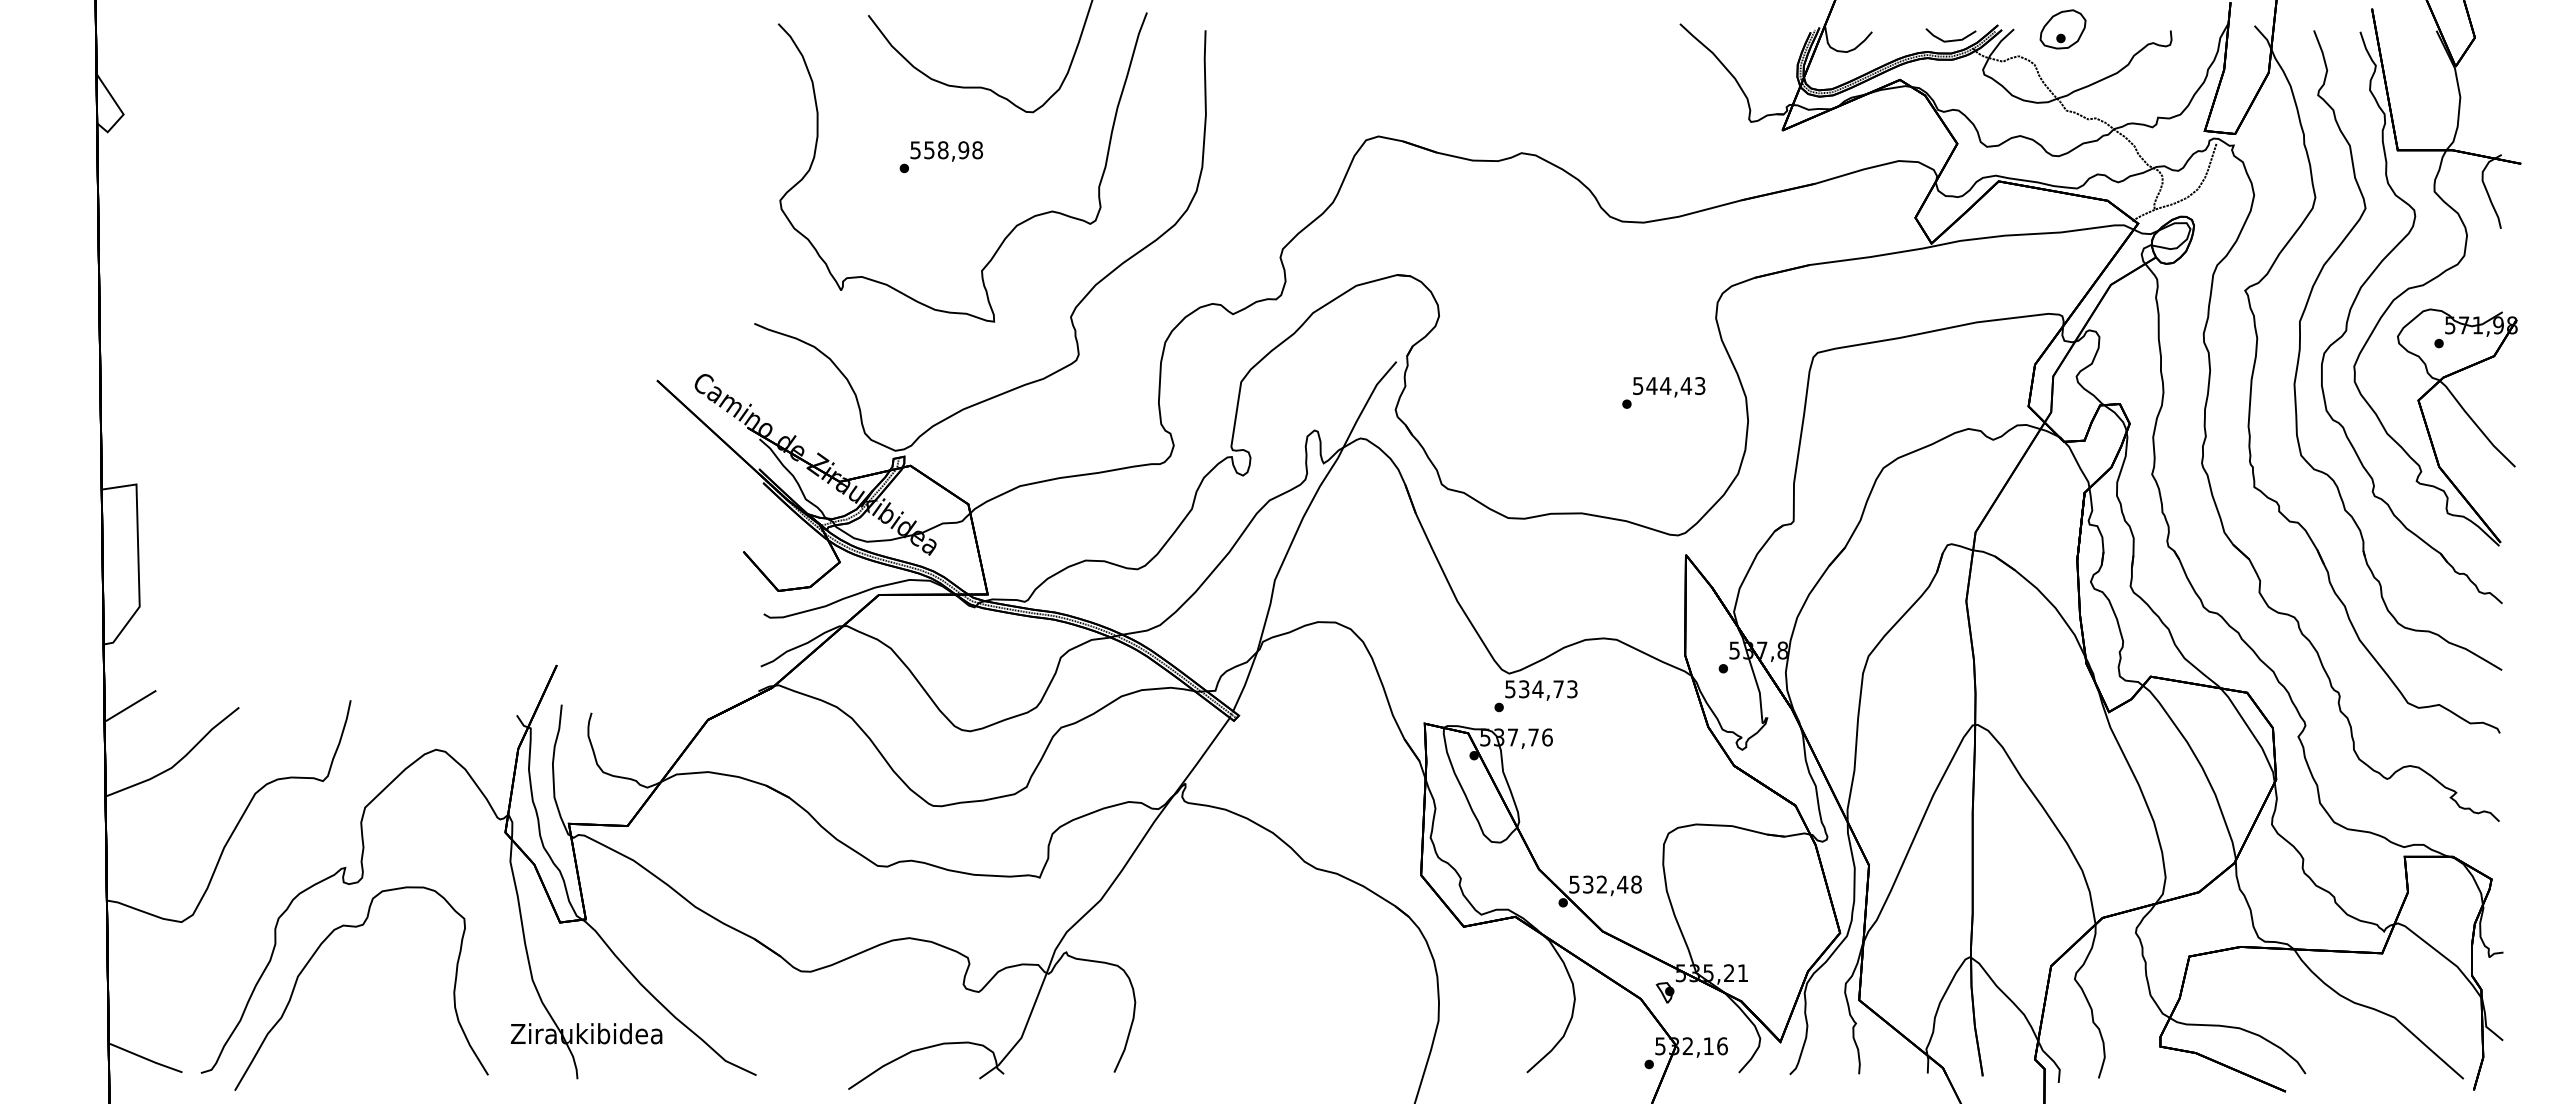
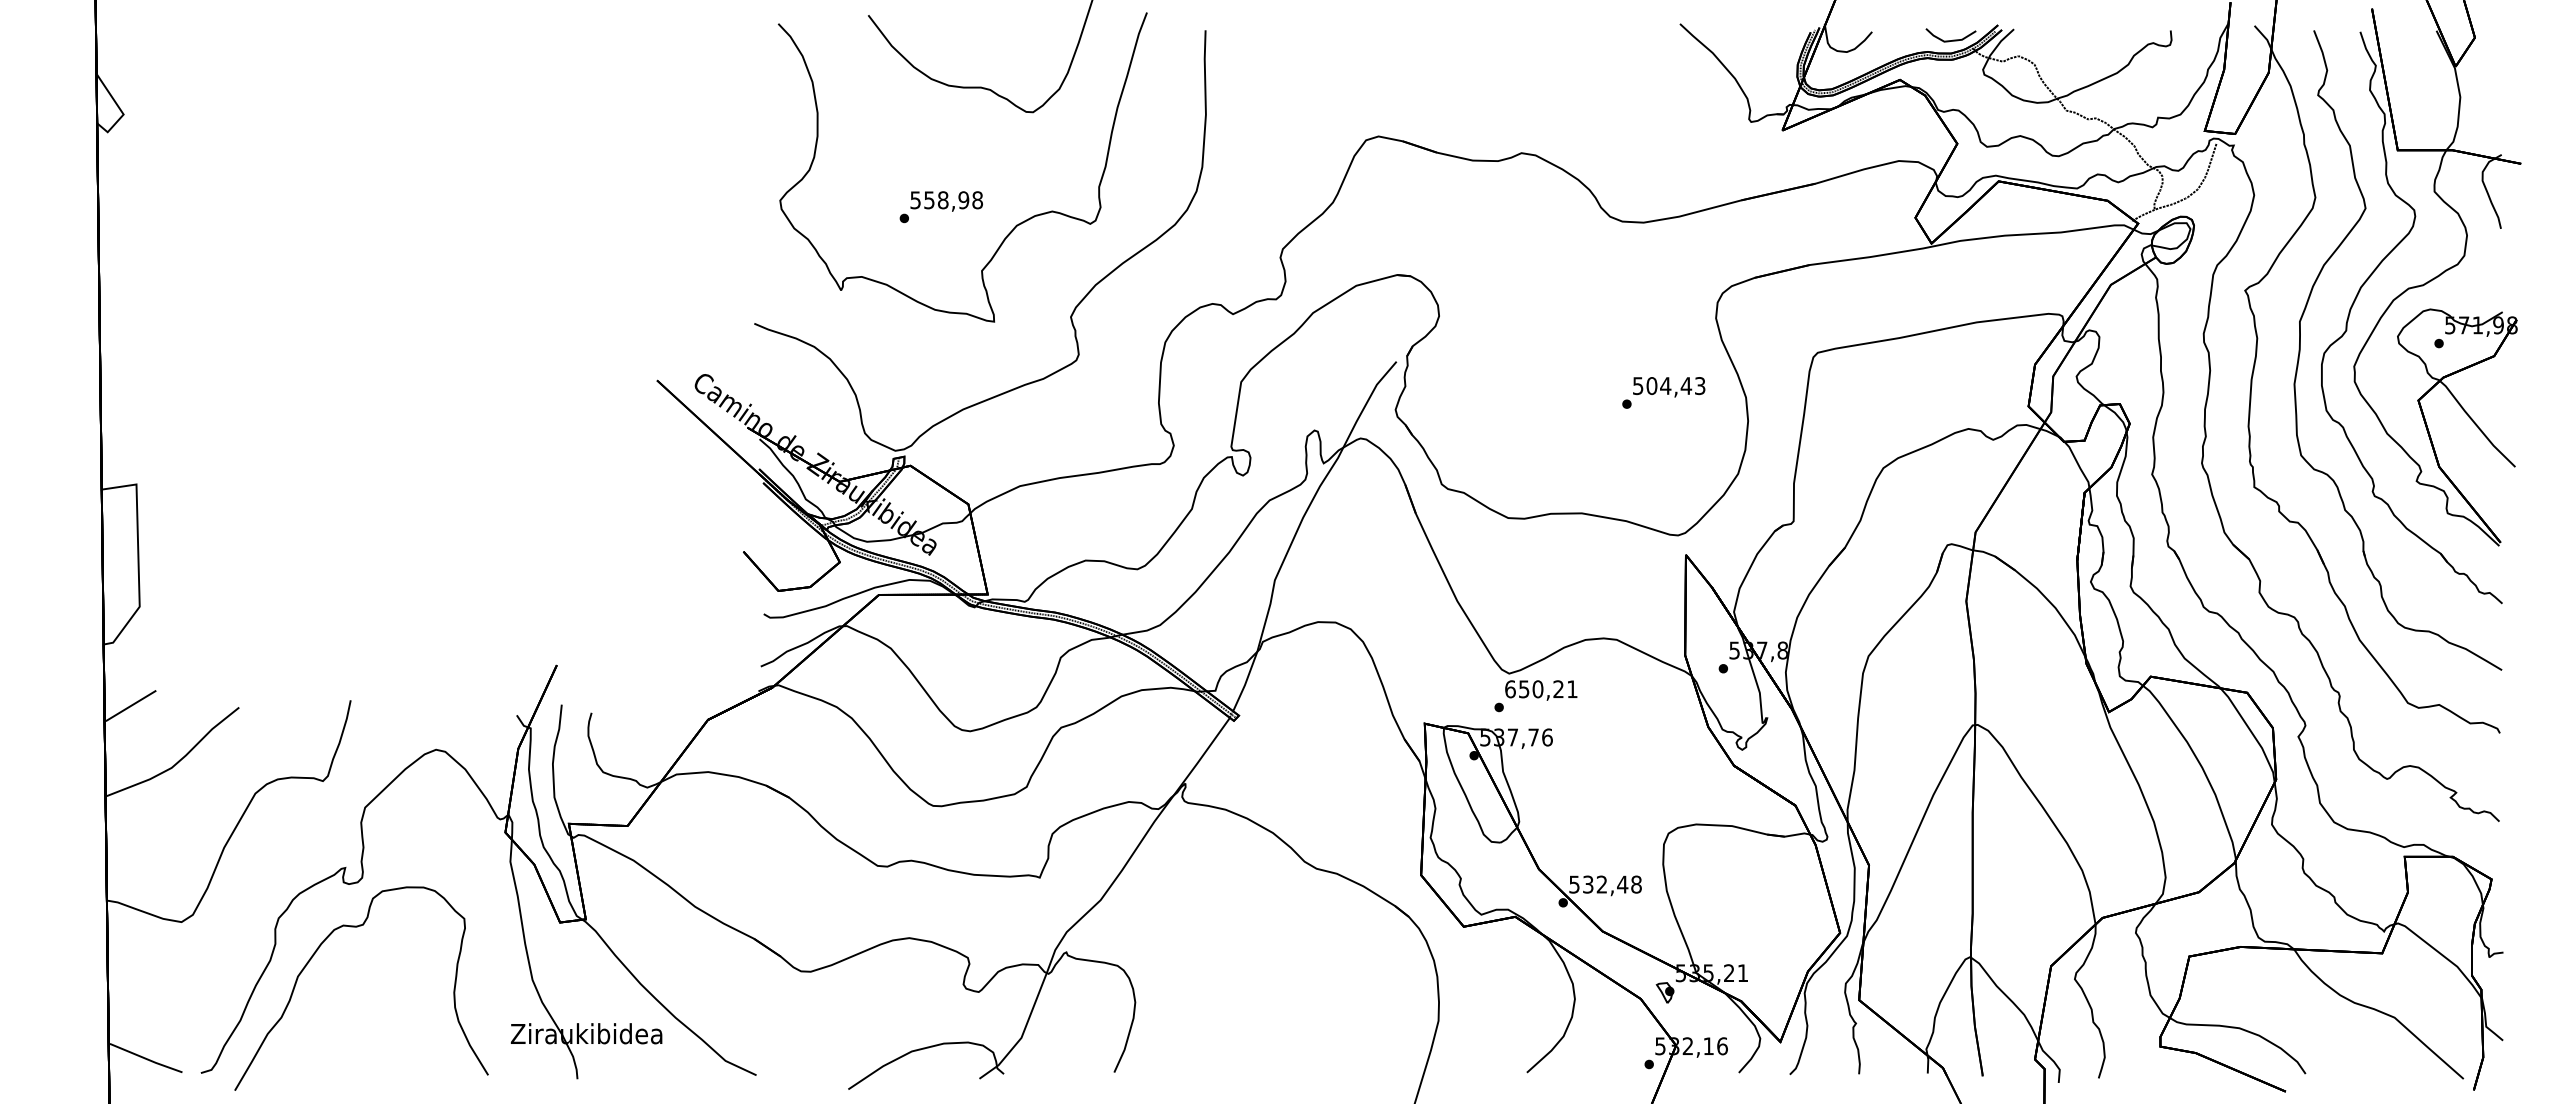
part at (2062, 29): present -> none
text at (940, 157) position: (940, 157) -> (940, 207)
text at (1651, 385): 544,43 -> 504,43
text at (1541, 689): 534,73 -> 650,21
